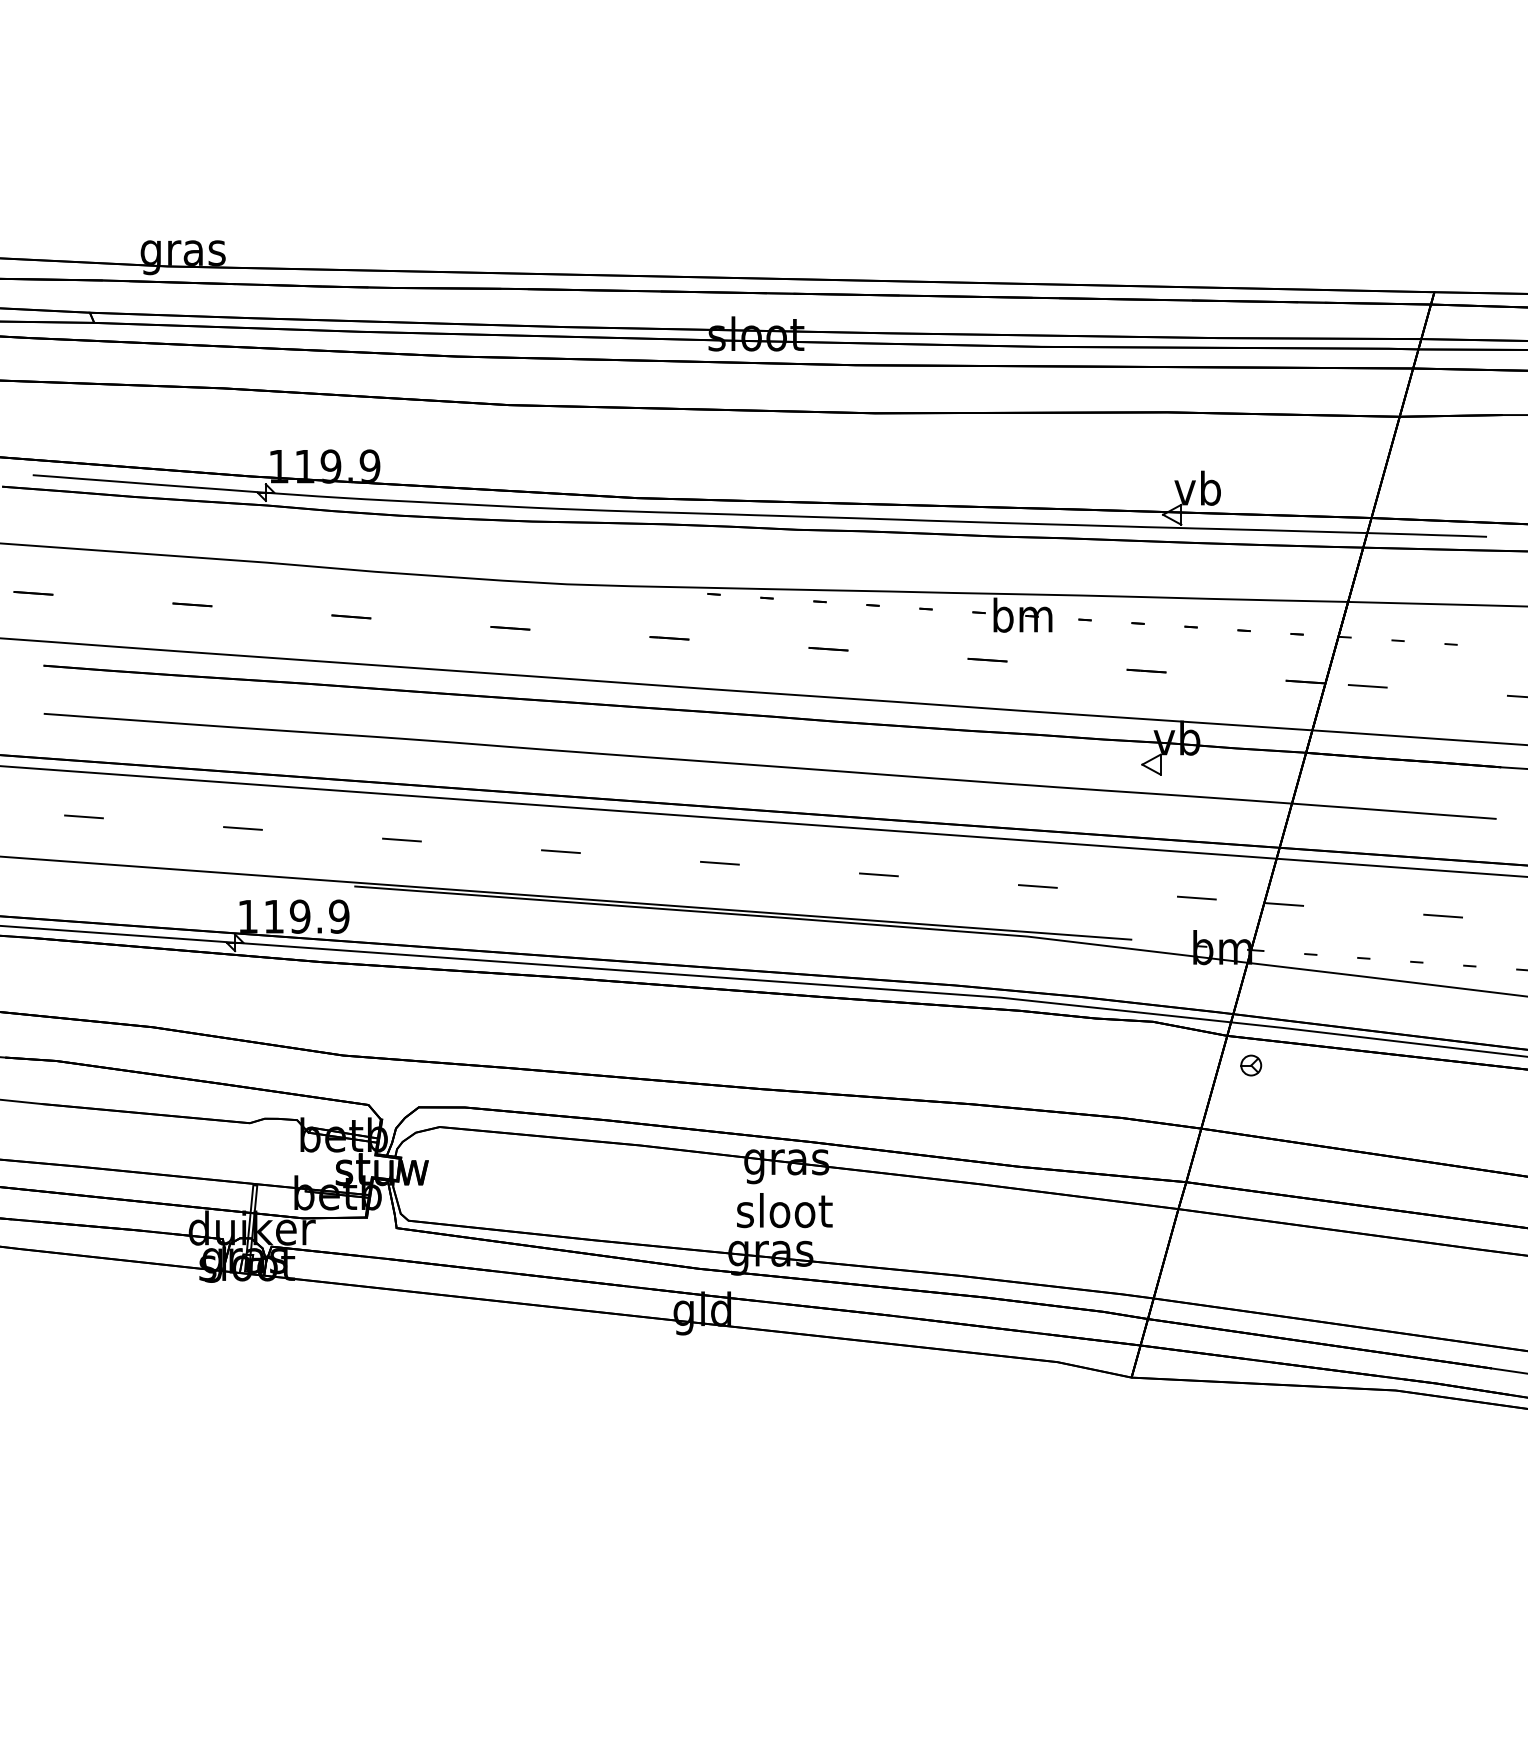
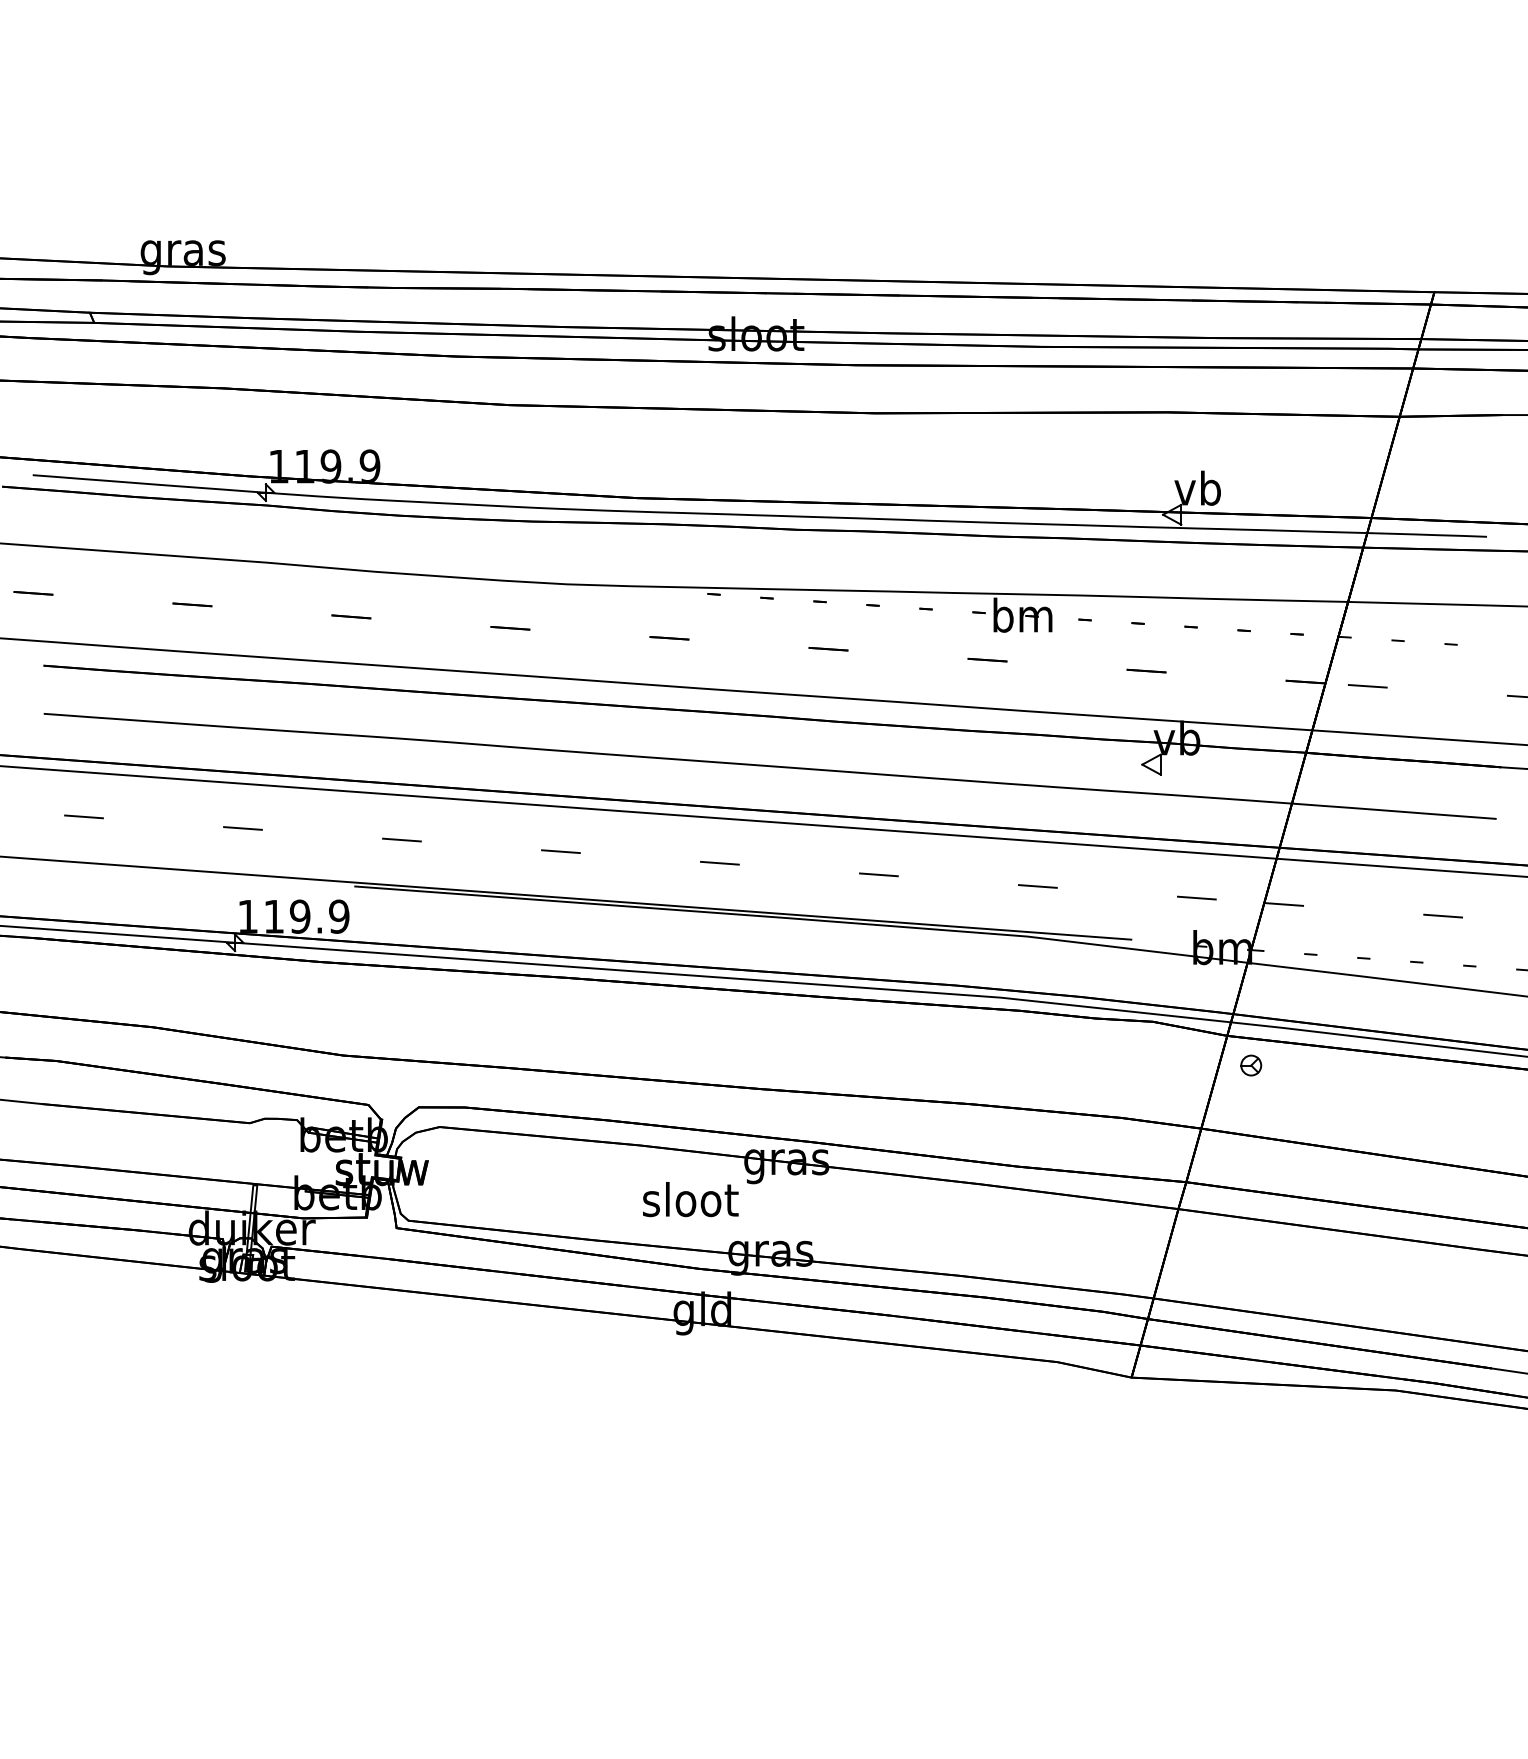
text at (784, 1210) position: (784, 1210) -> (690, 1199)
